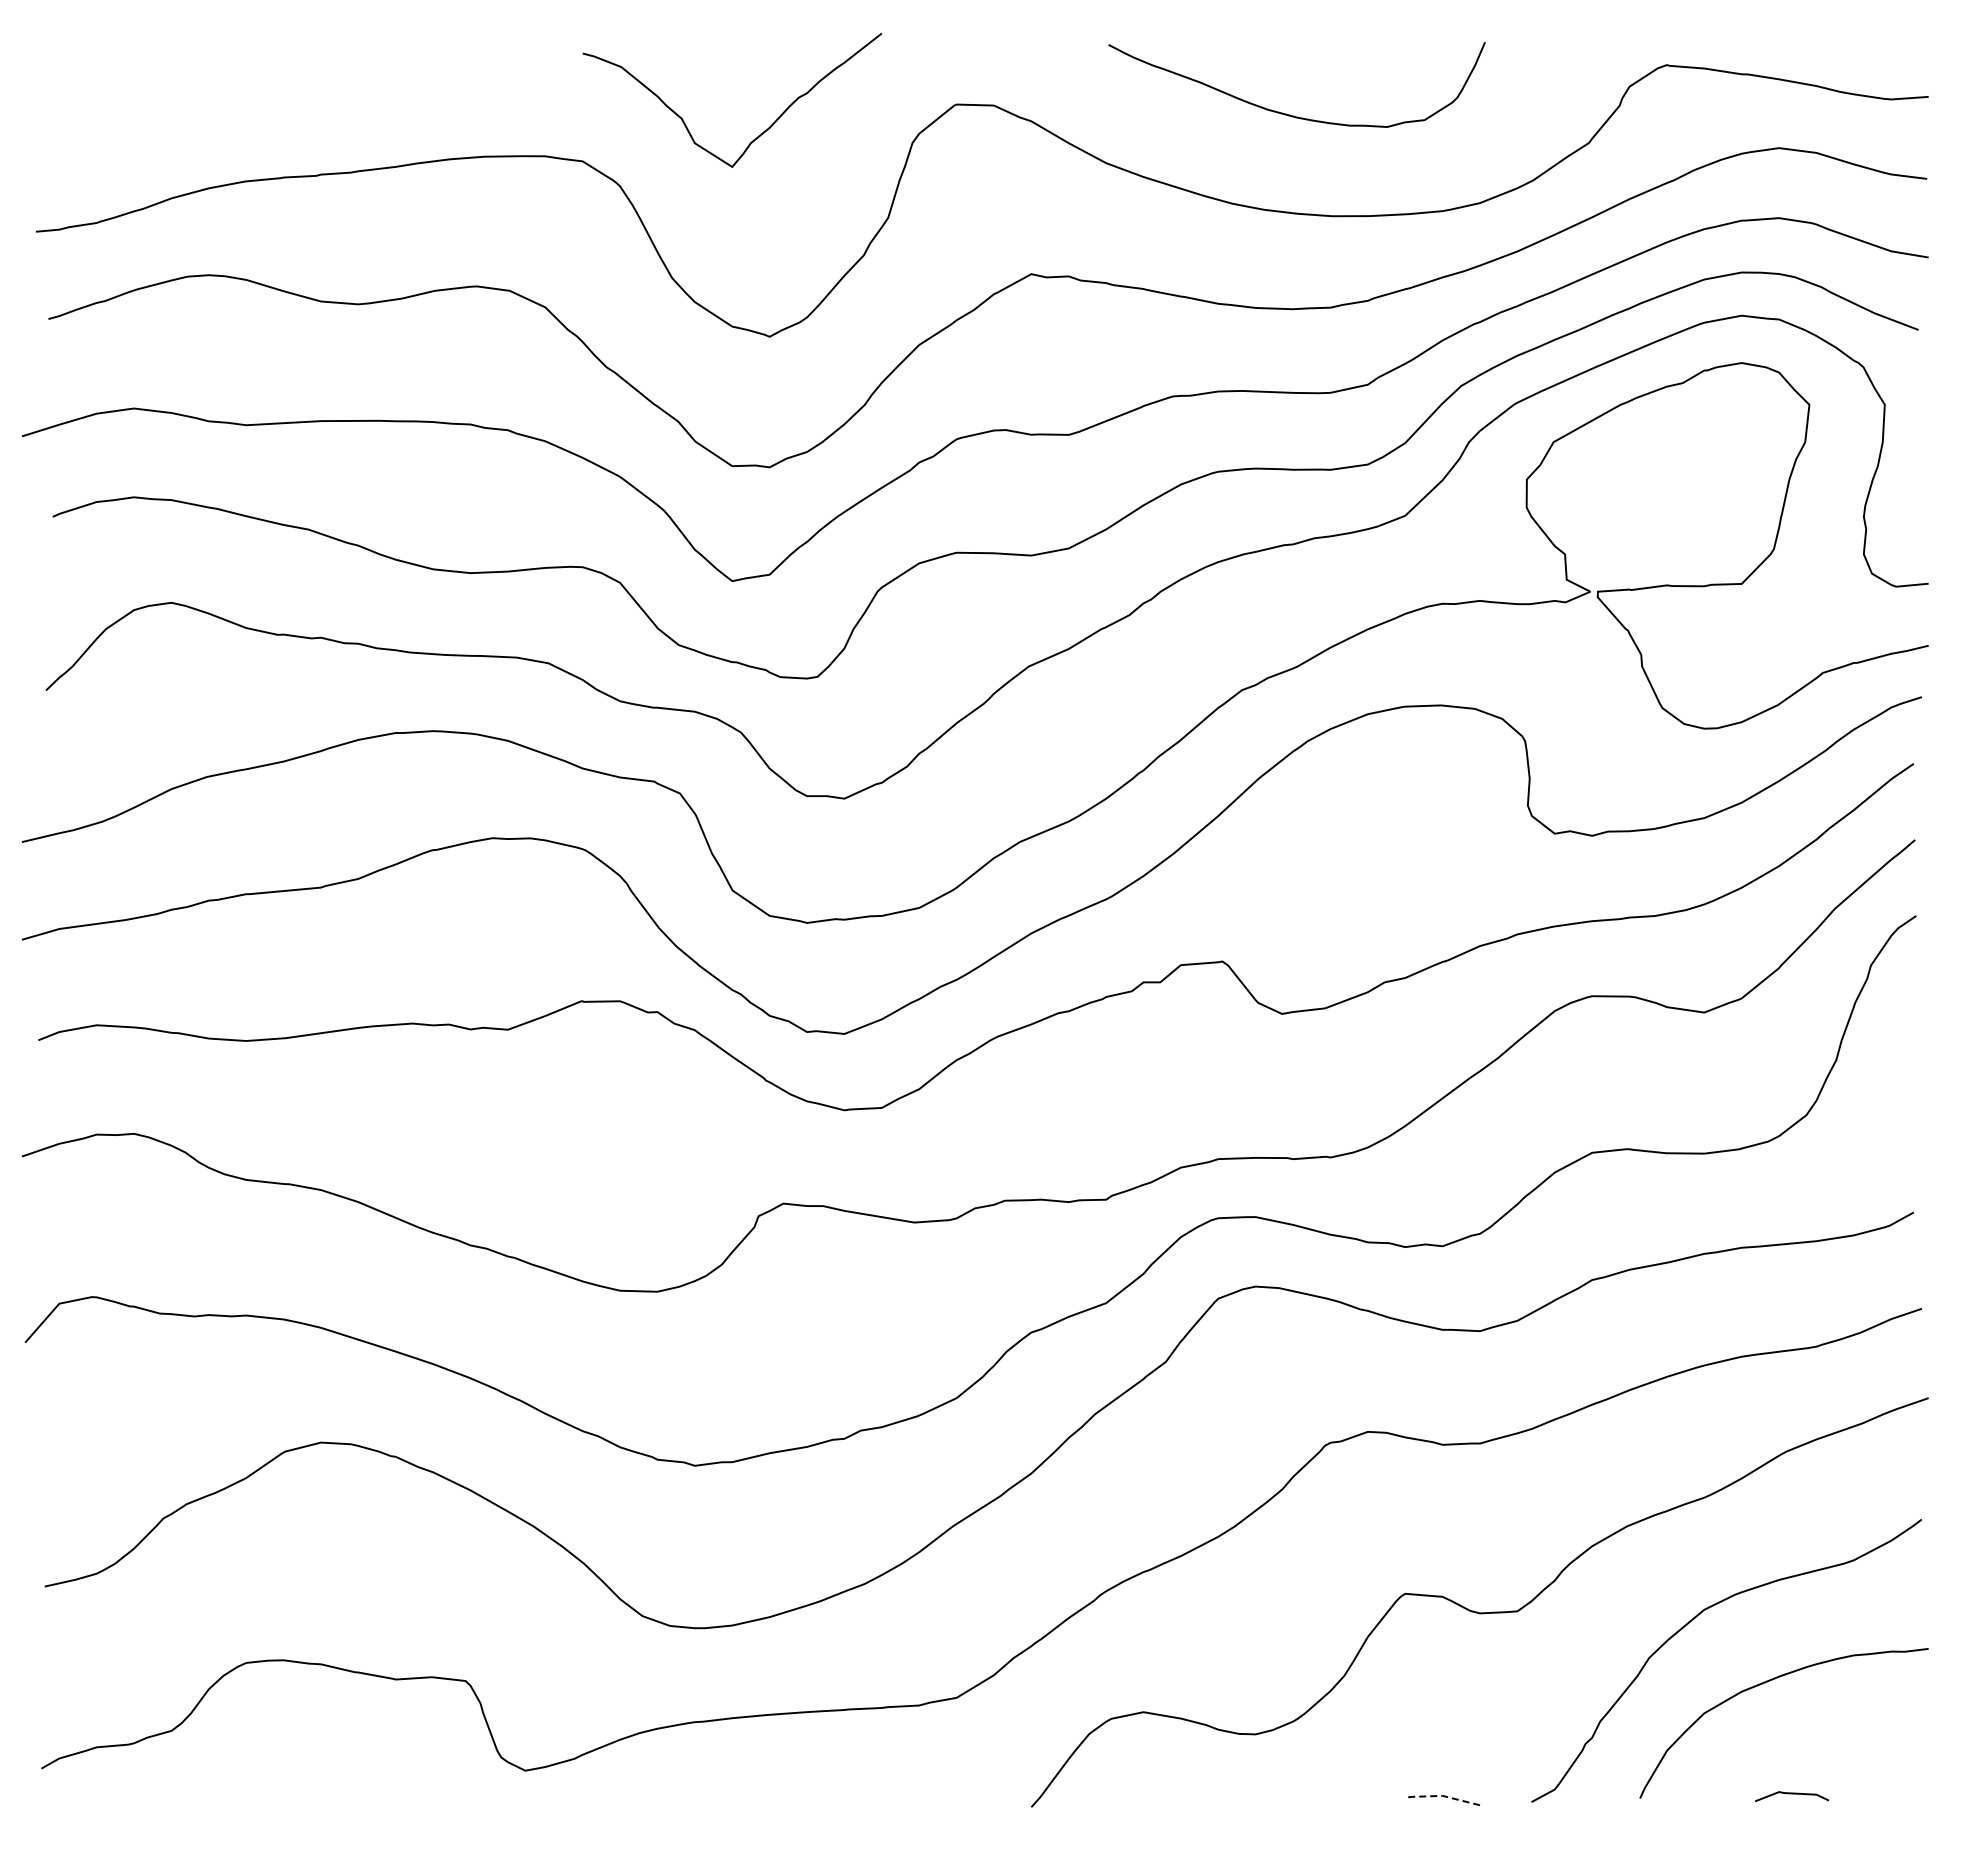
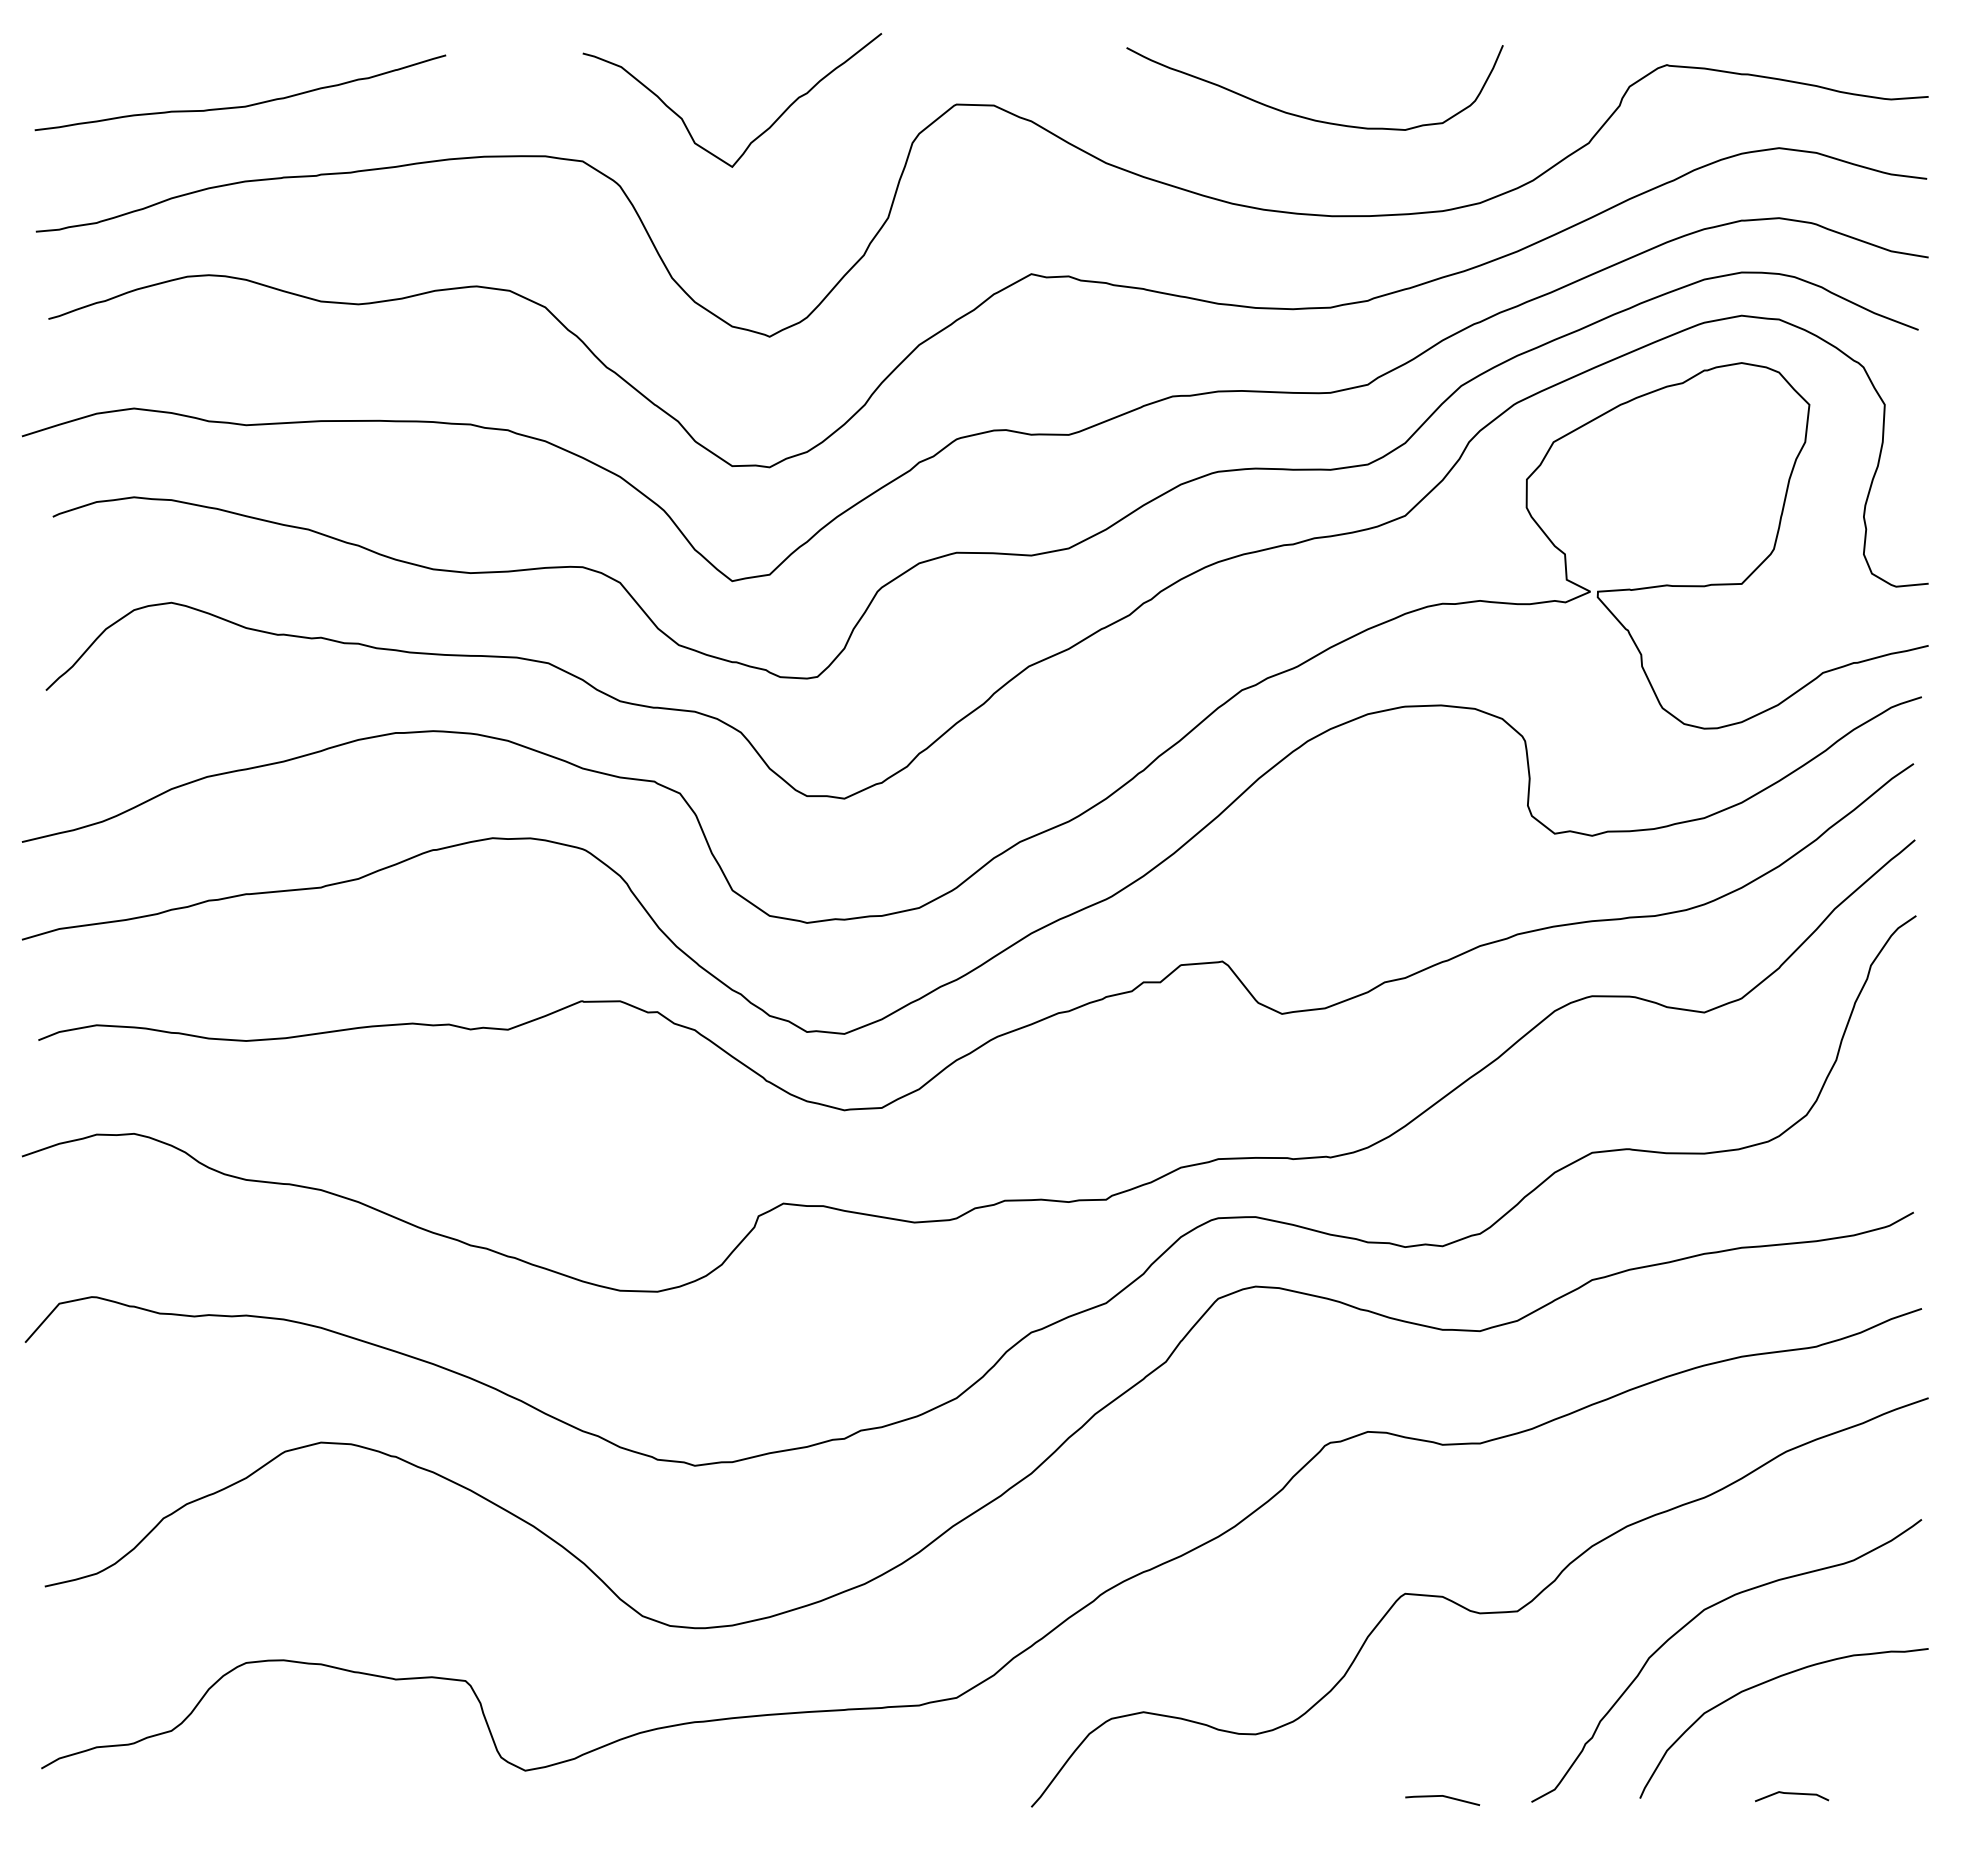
curve at (244, 105): none -> present
curve at (1290, 114) position: (1290, 114) -> (1308, 117)
line at (1442, 1795): dashed -> solid
